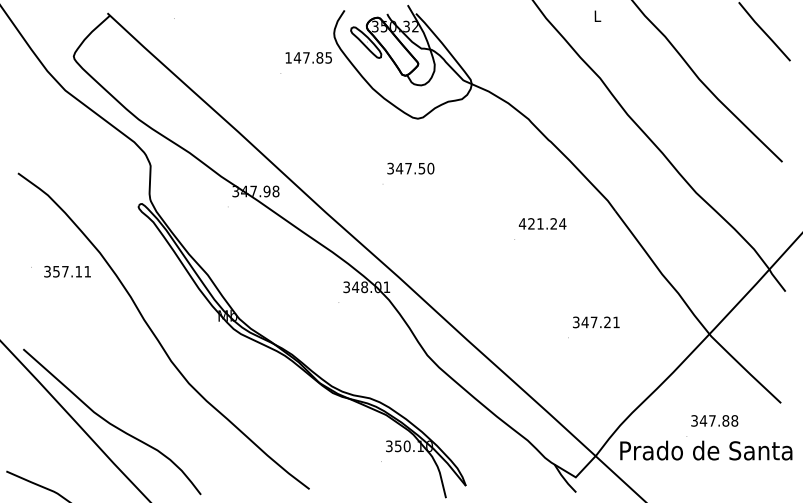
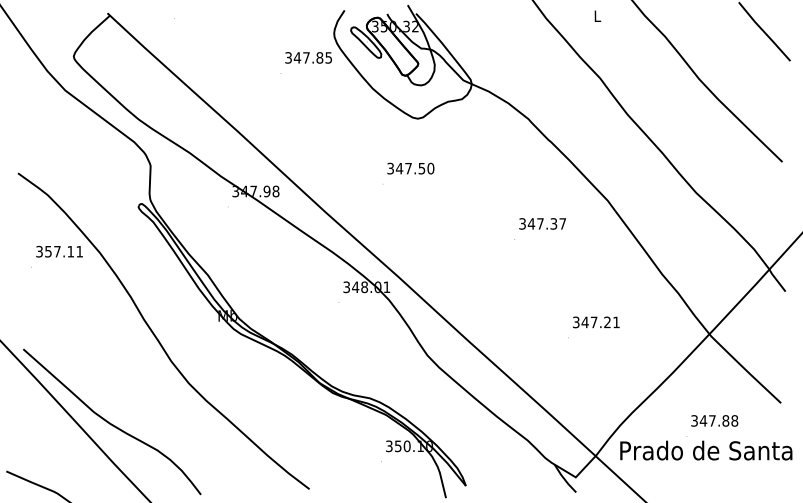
text at (288, 57): 147.85 -> 347.85
text at (542, 223): 421.24 -> 347.37
text at (67, 271) position: (67, 271) -> (59, 251)
